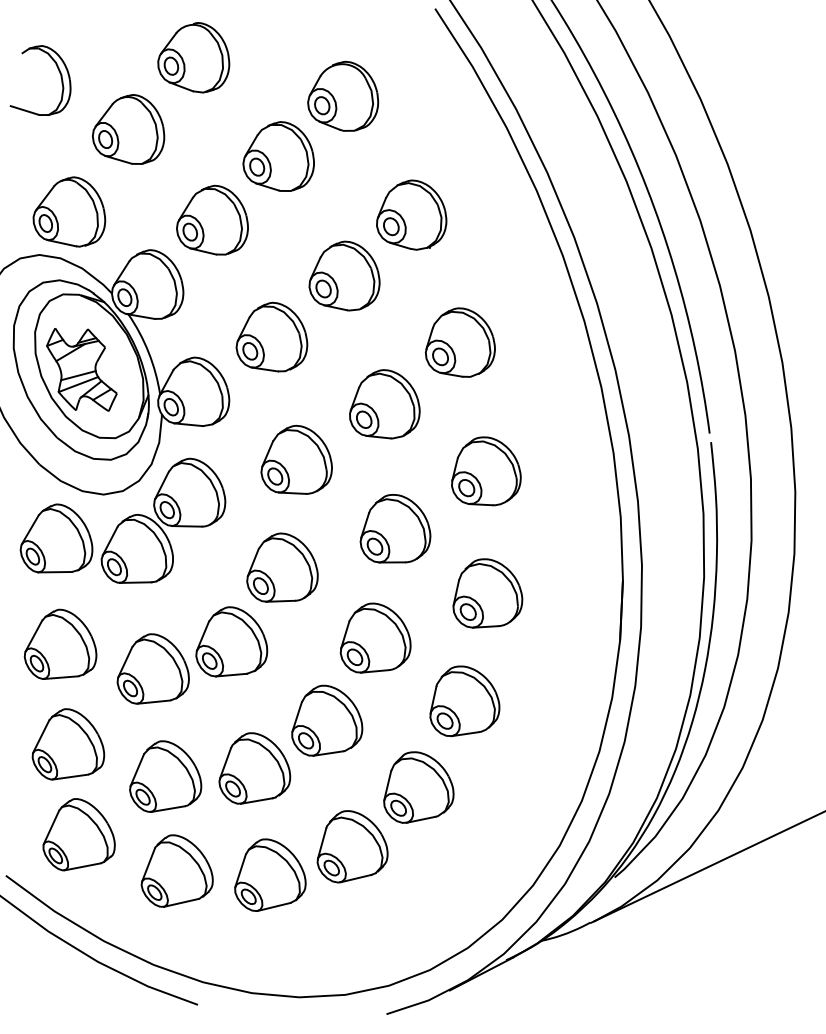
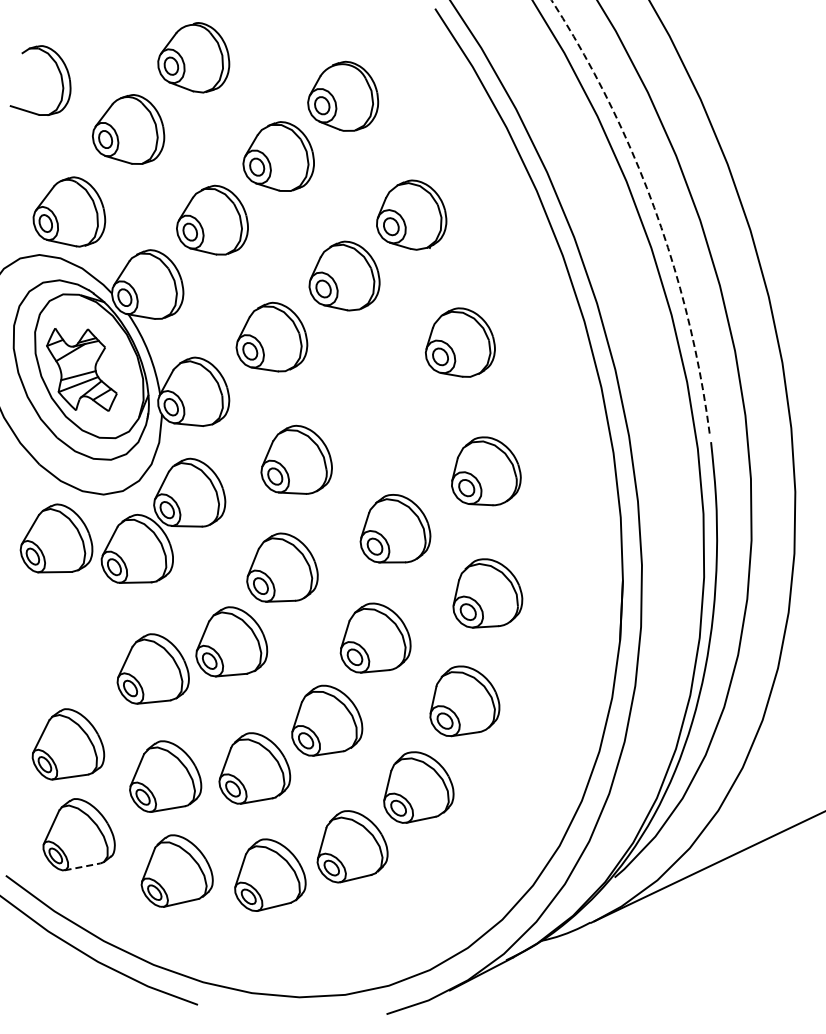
arc at (654, 207): solid -> dashed
part at (384, 404): present -> none
part at (60, 643): present -> none
line at (83, 866): solid -> dashed
